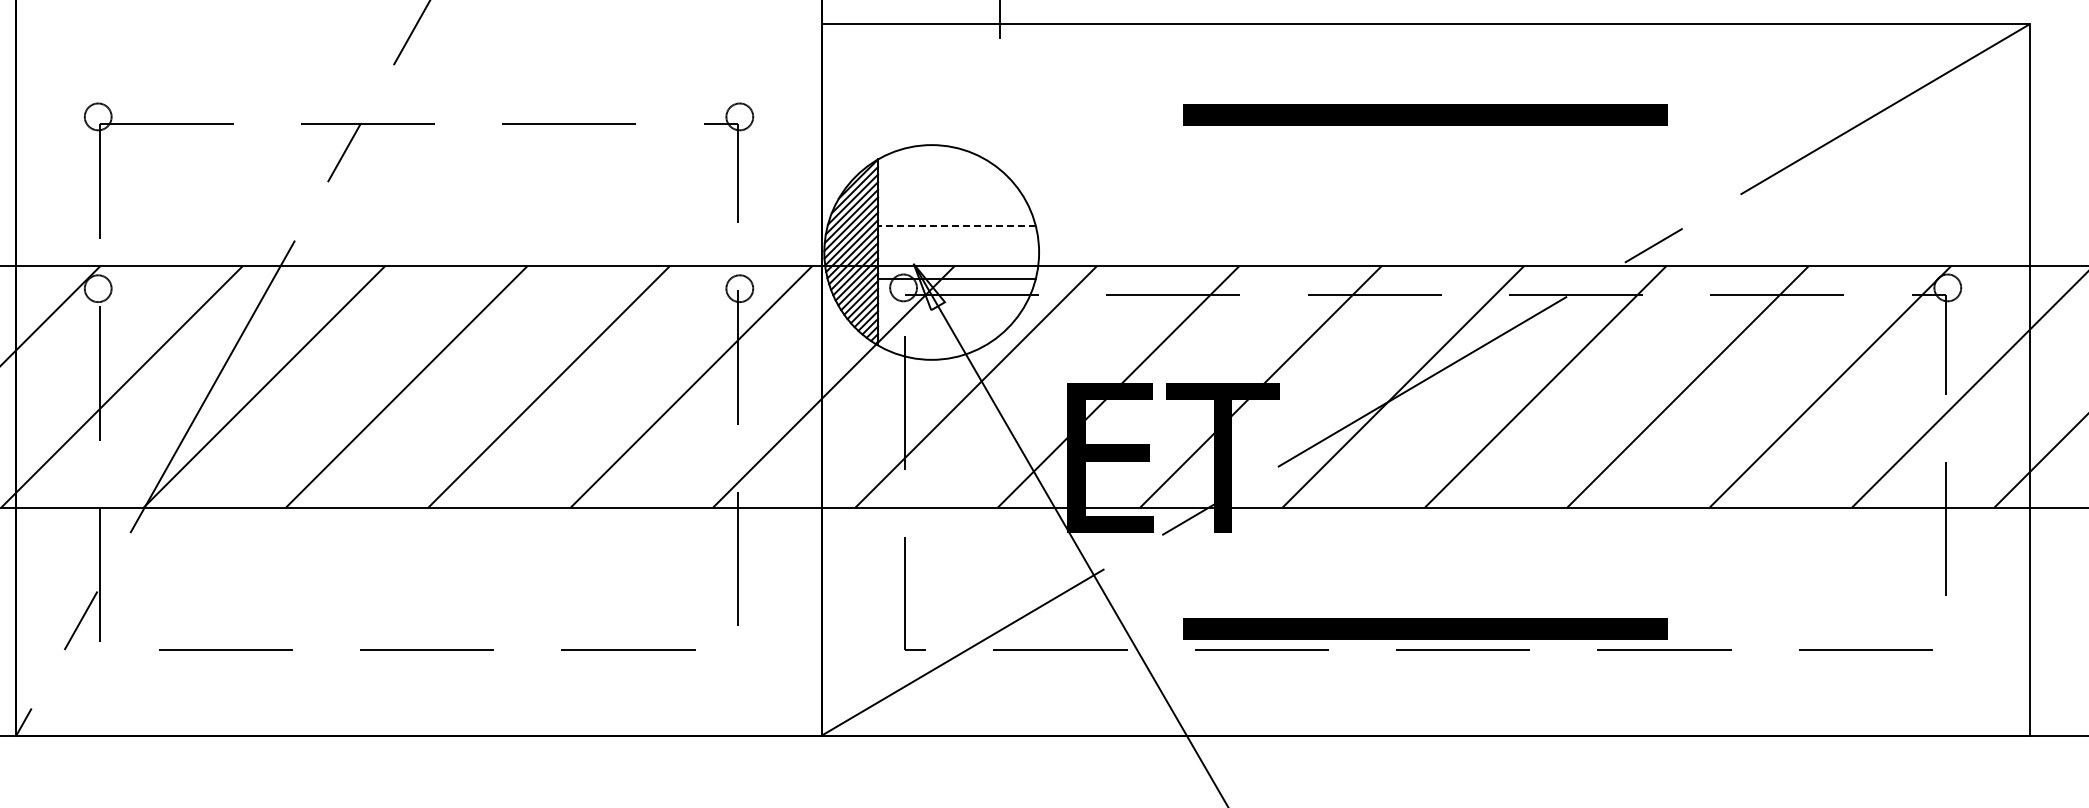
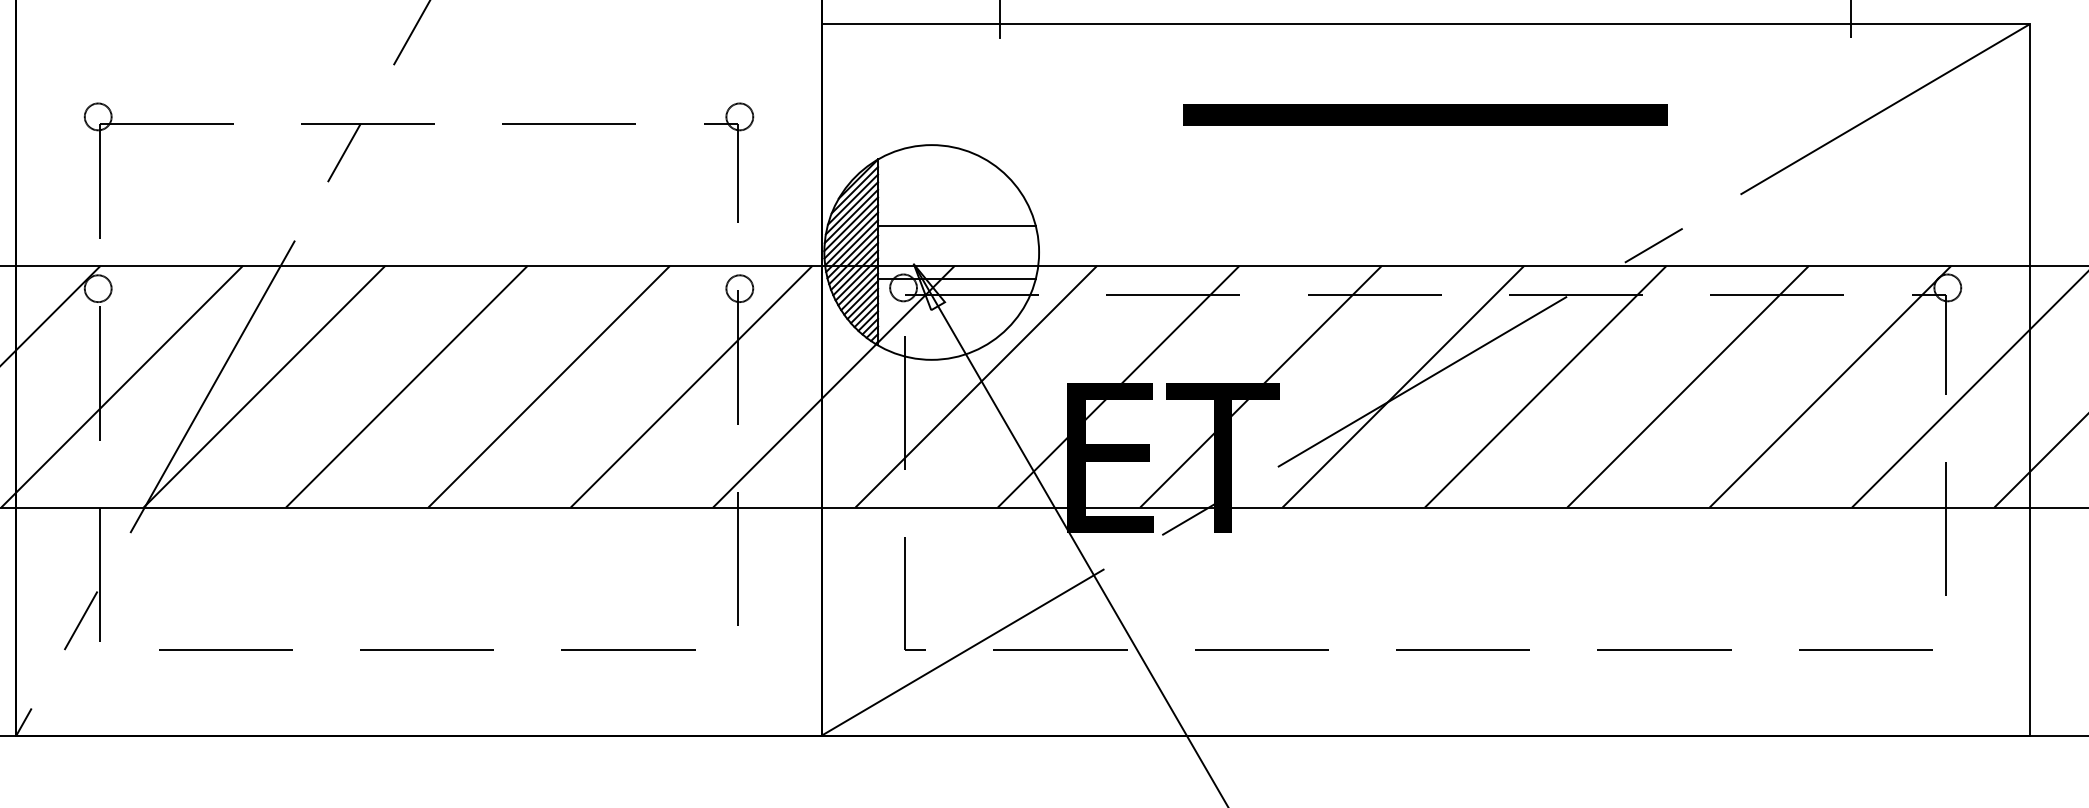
line at (1851, 19): none -> present
line at (956, 225): dashed -> solid
part at (1425, 628): present -> none
